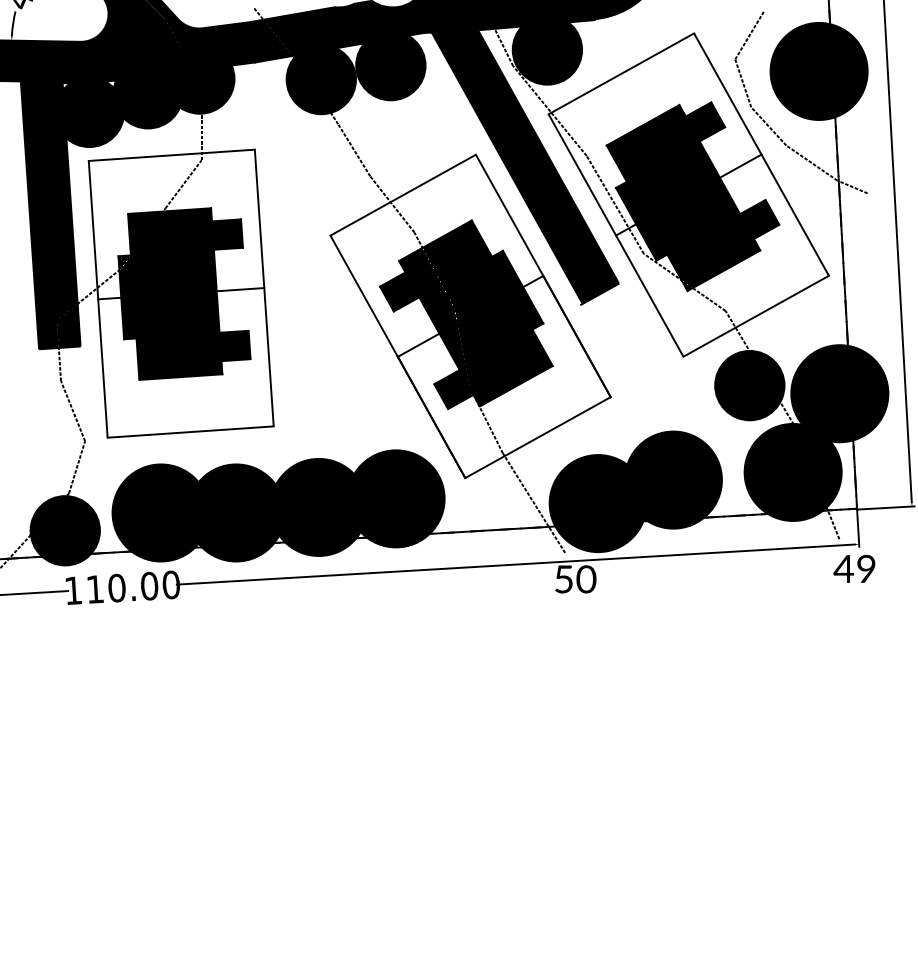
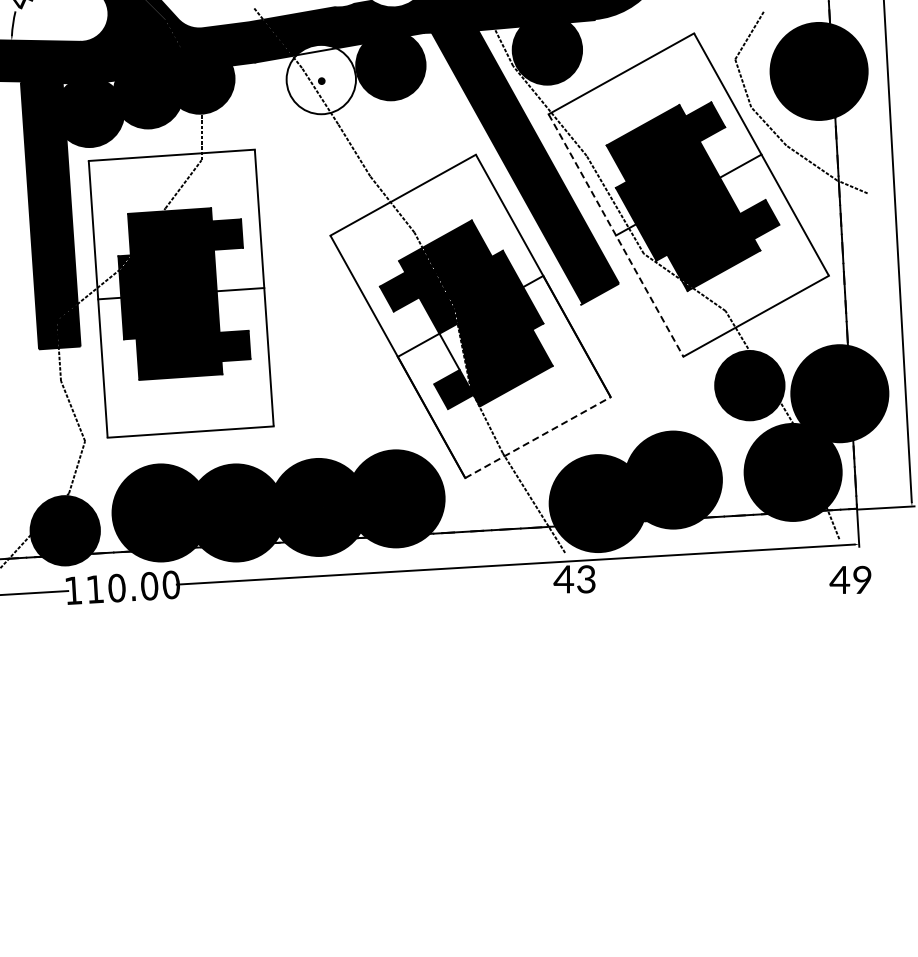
fill at (320, 79): present -> none
line at (616, 235): solid -> dashed
fill at (456, 358): present -> none
line at (538, 437): solid -> dashed
text at (854, 568) position: (854, 568) -> (850, 579)
text at (574, 579): 50 -> 43
